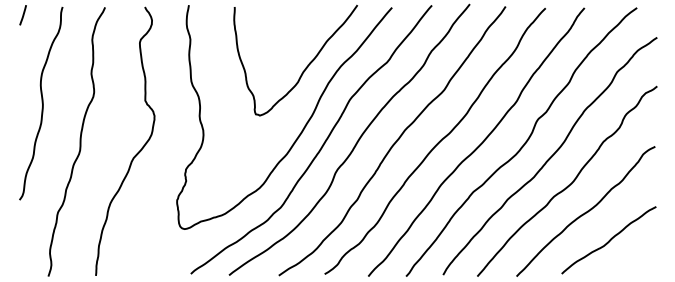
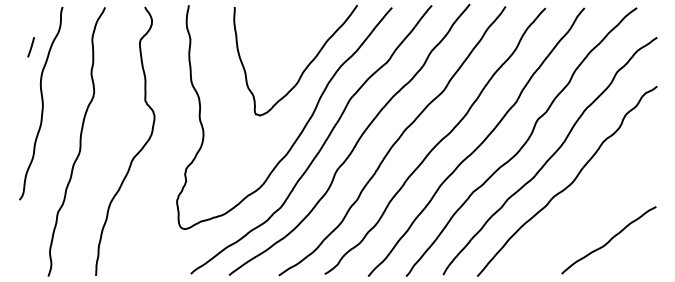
line at (22, 15) position: (22, 15) -> (30, 47)
curve at (586, 211): present -> none
